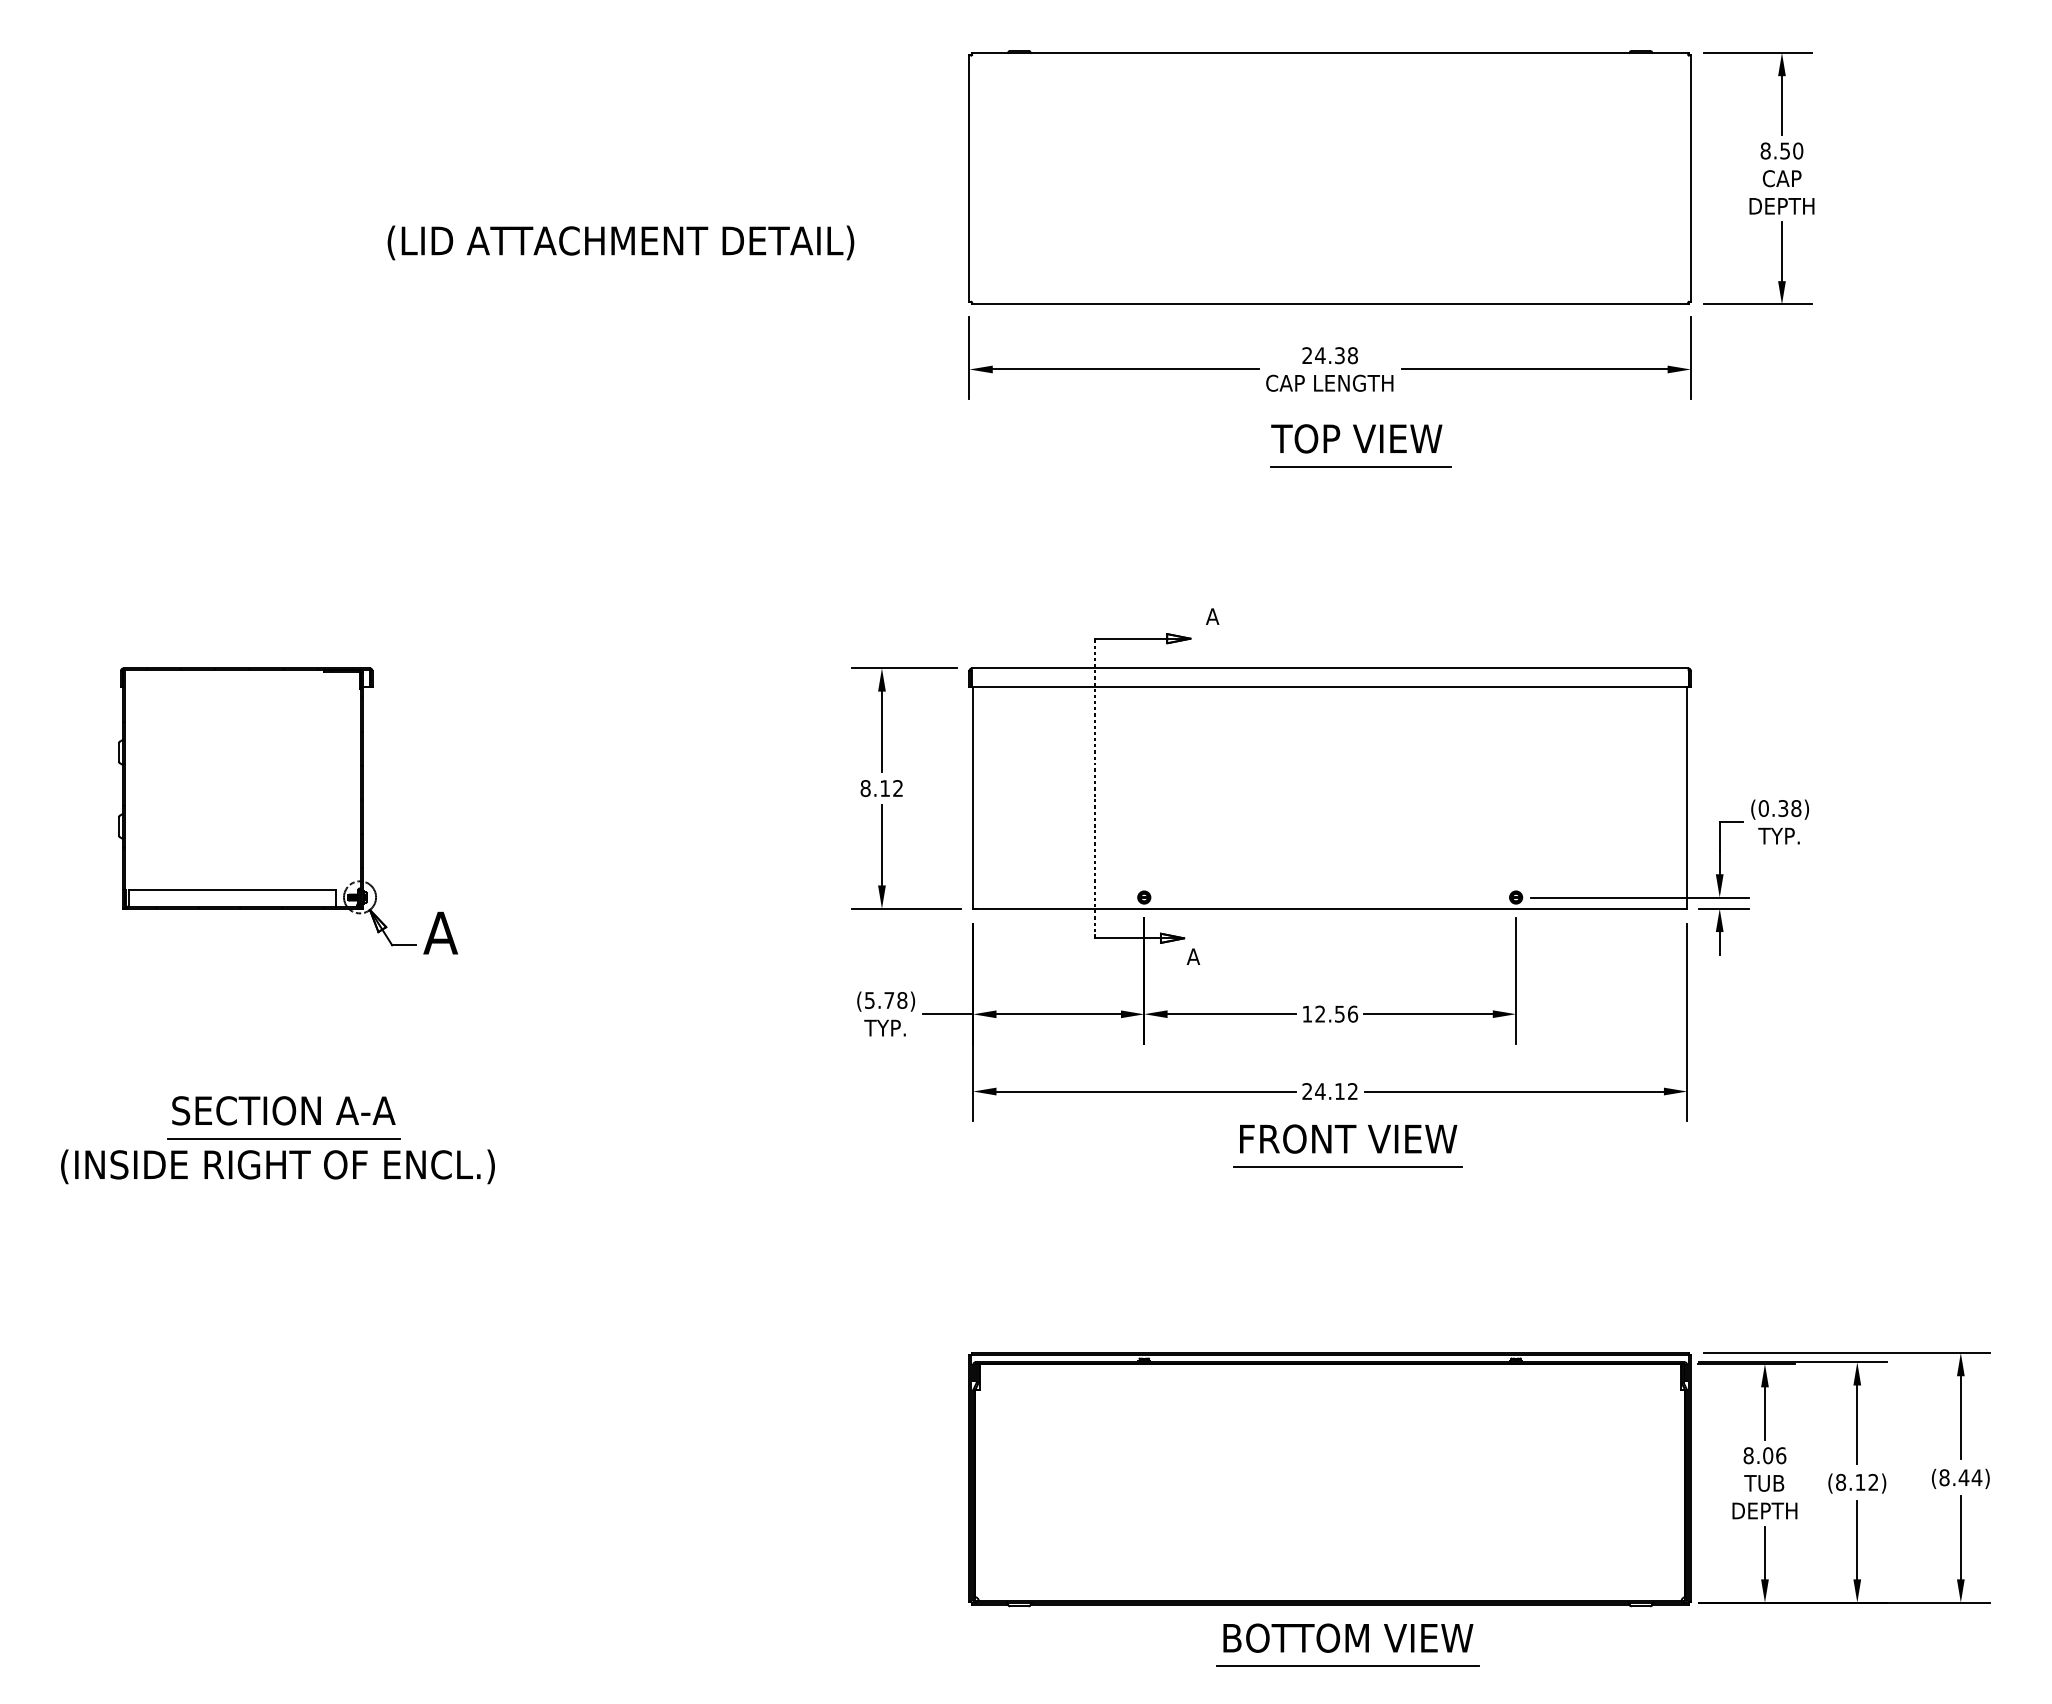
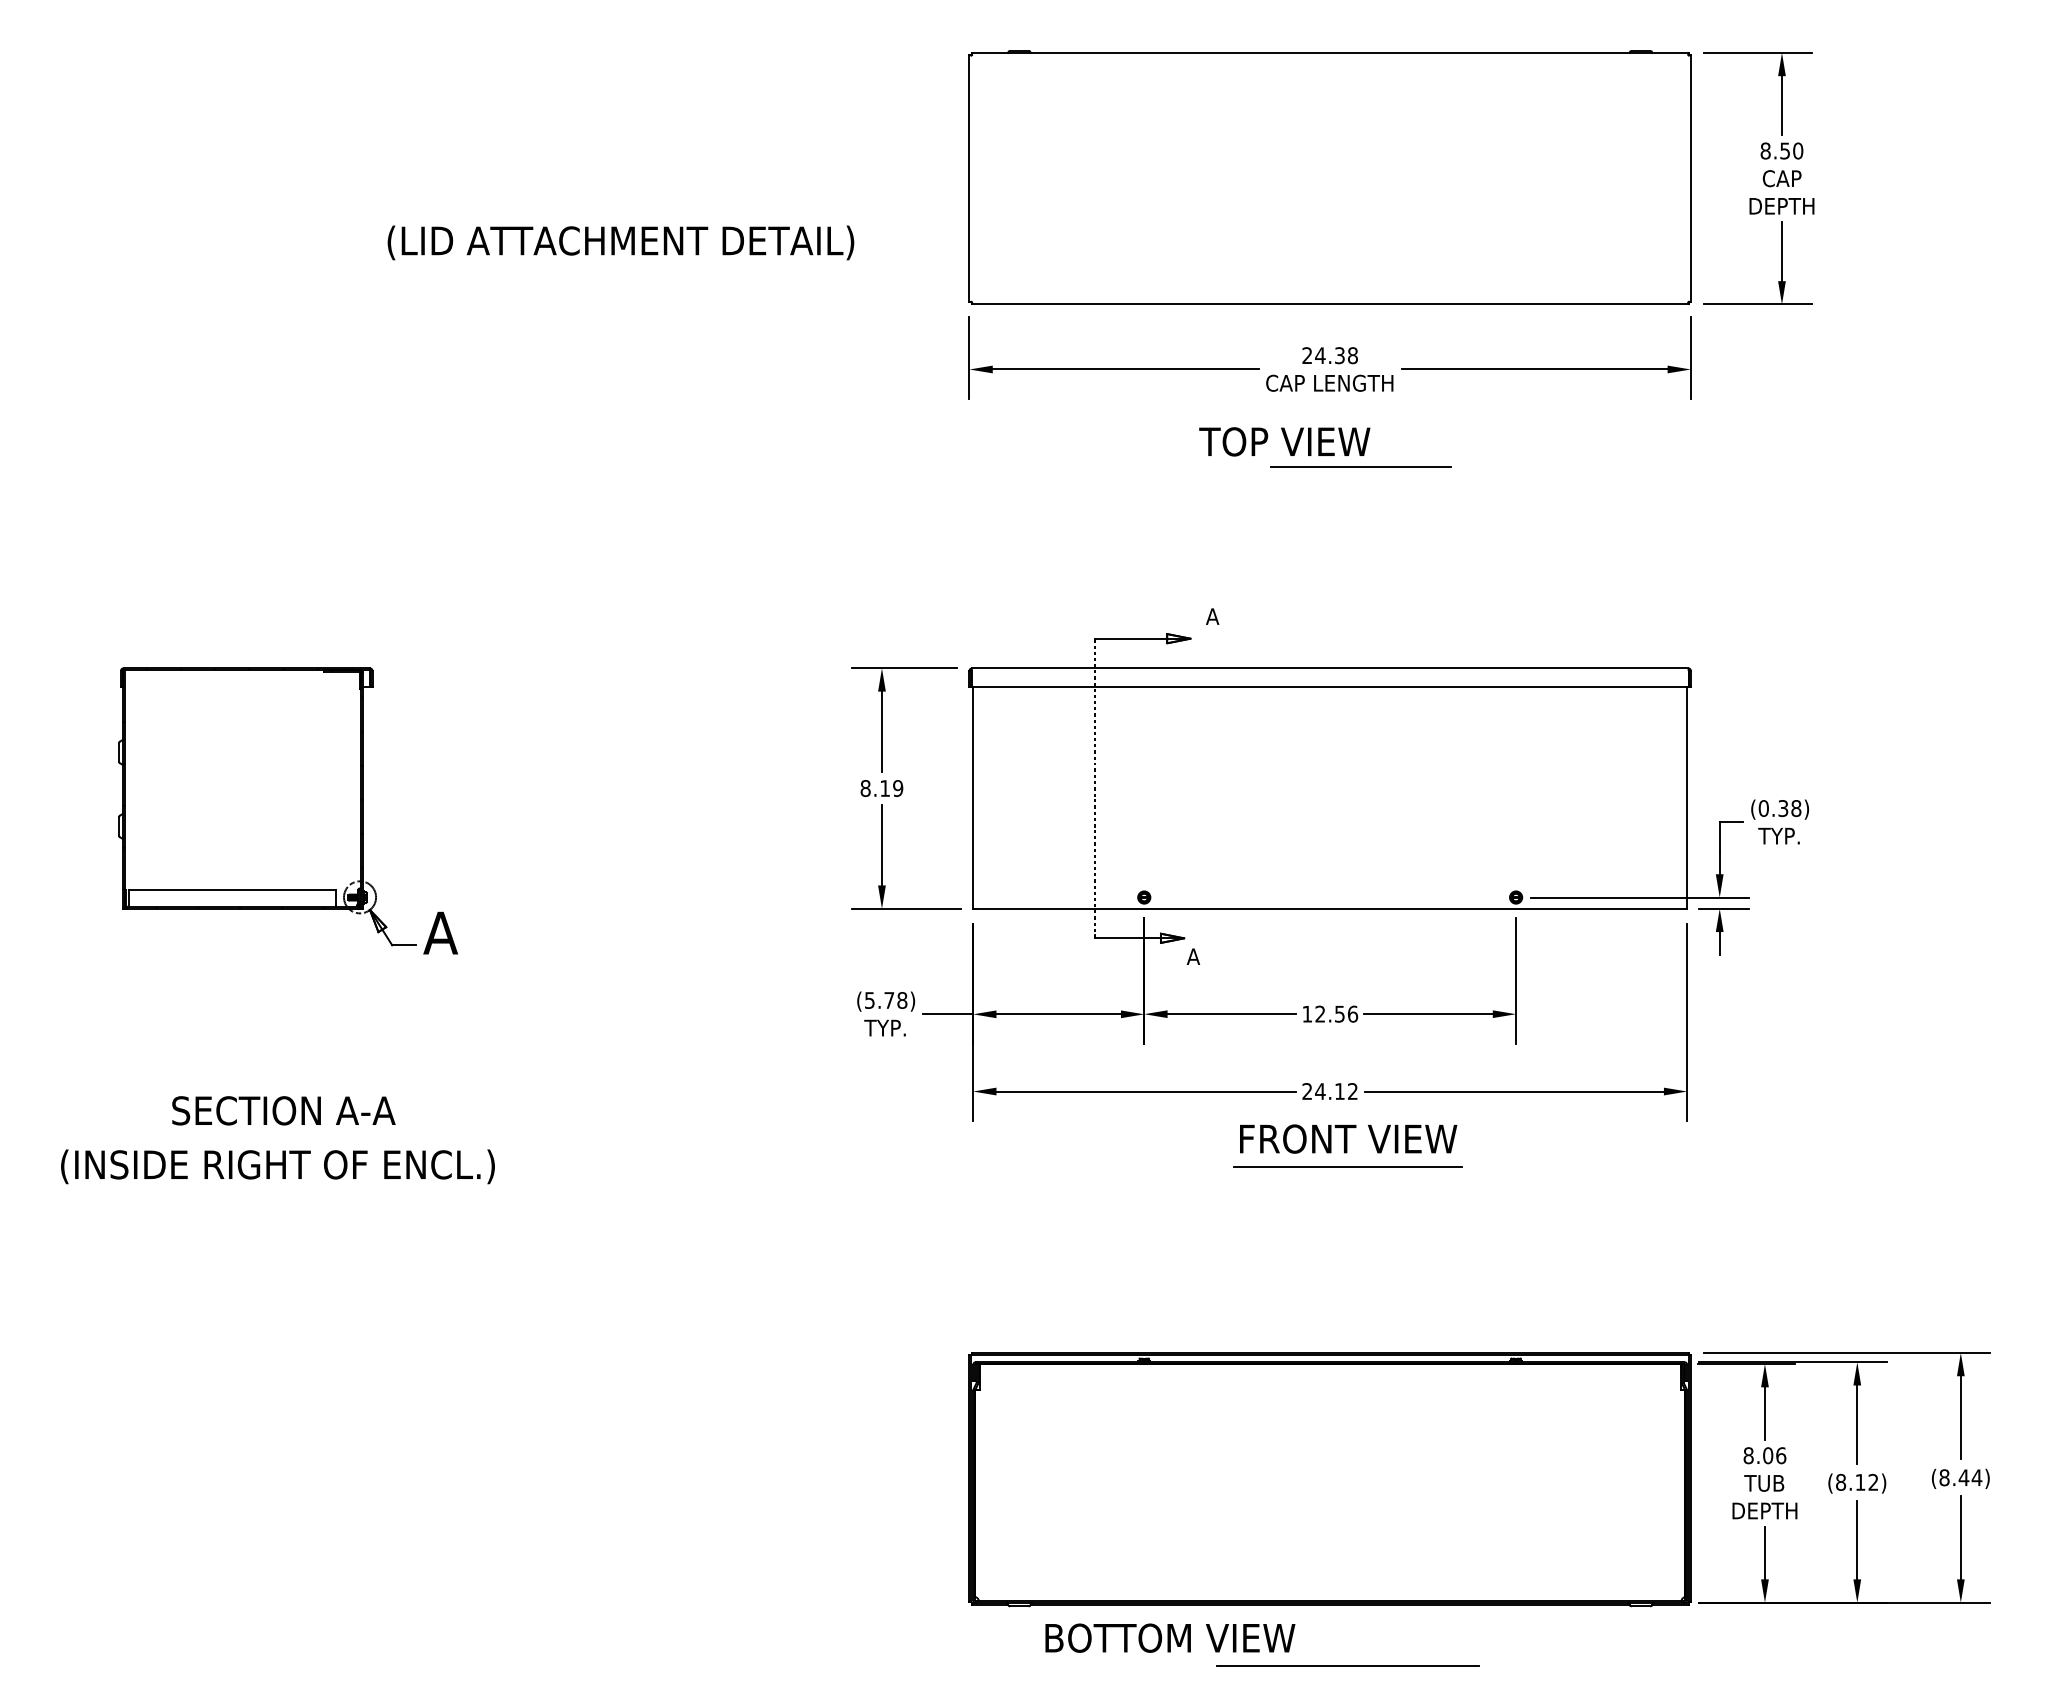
text at (1356, 438) position: (1356, 438) -> (1284, 441)
text at (898, 788): 8.12 -> 8.19
line at (284, 1138): present -> none
text at (1348, 1637) position: (1348, 1637) -> (1170, 1637)
